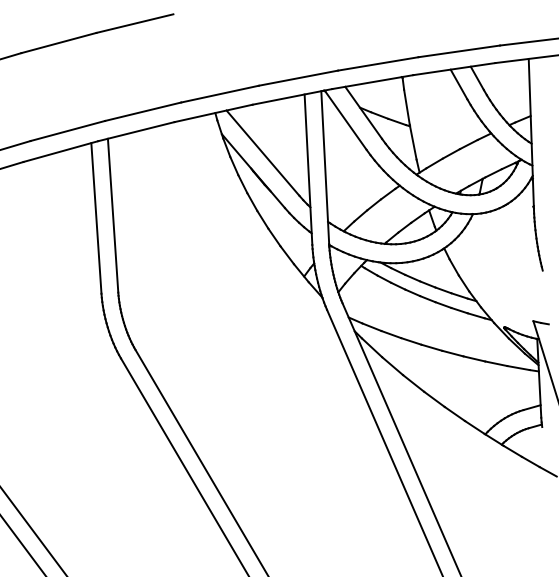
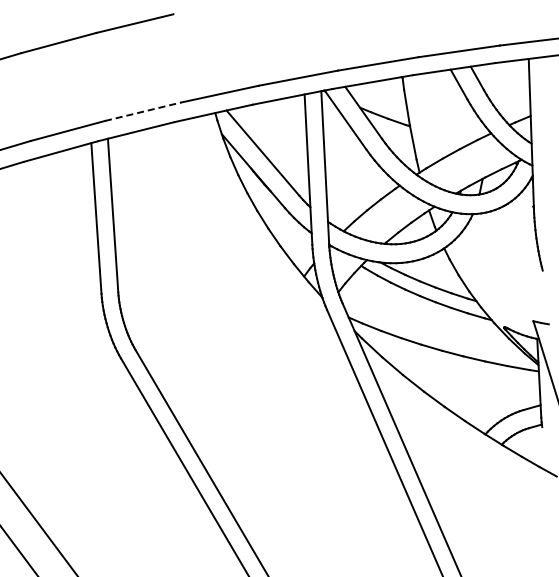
line at (143, 111): solid -> dashed
line at (33, 531) position: (33, 531) -> (38, 524)
line at (23, 545) position: (23, 545) -> (19, 550)
